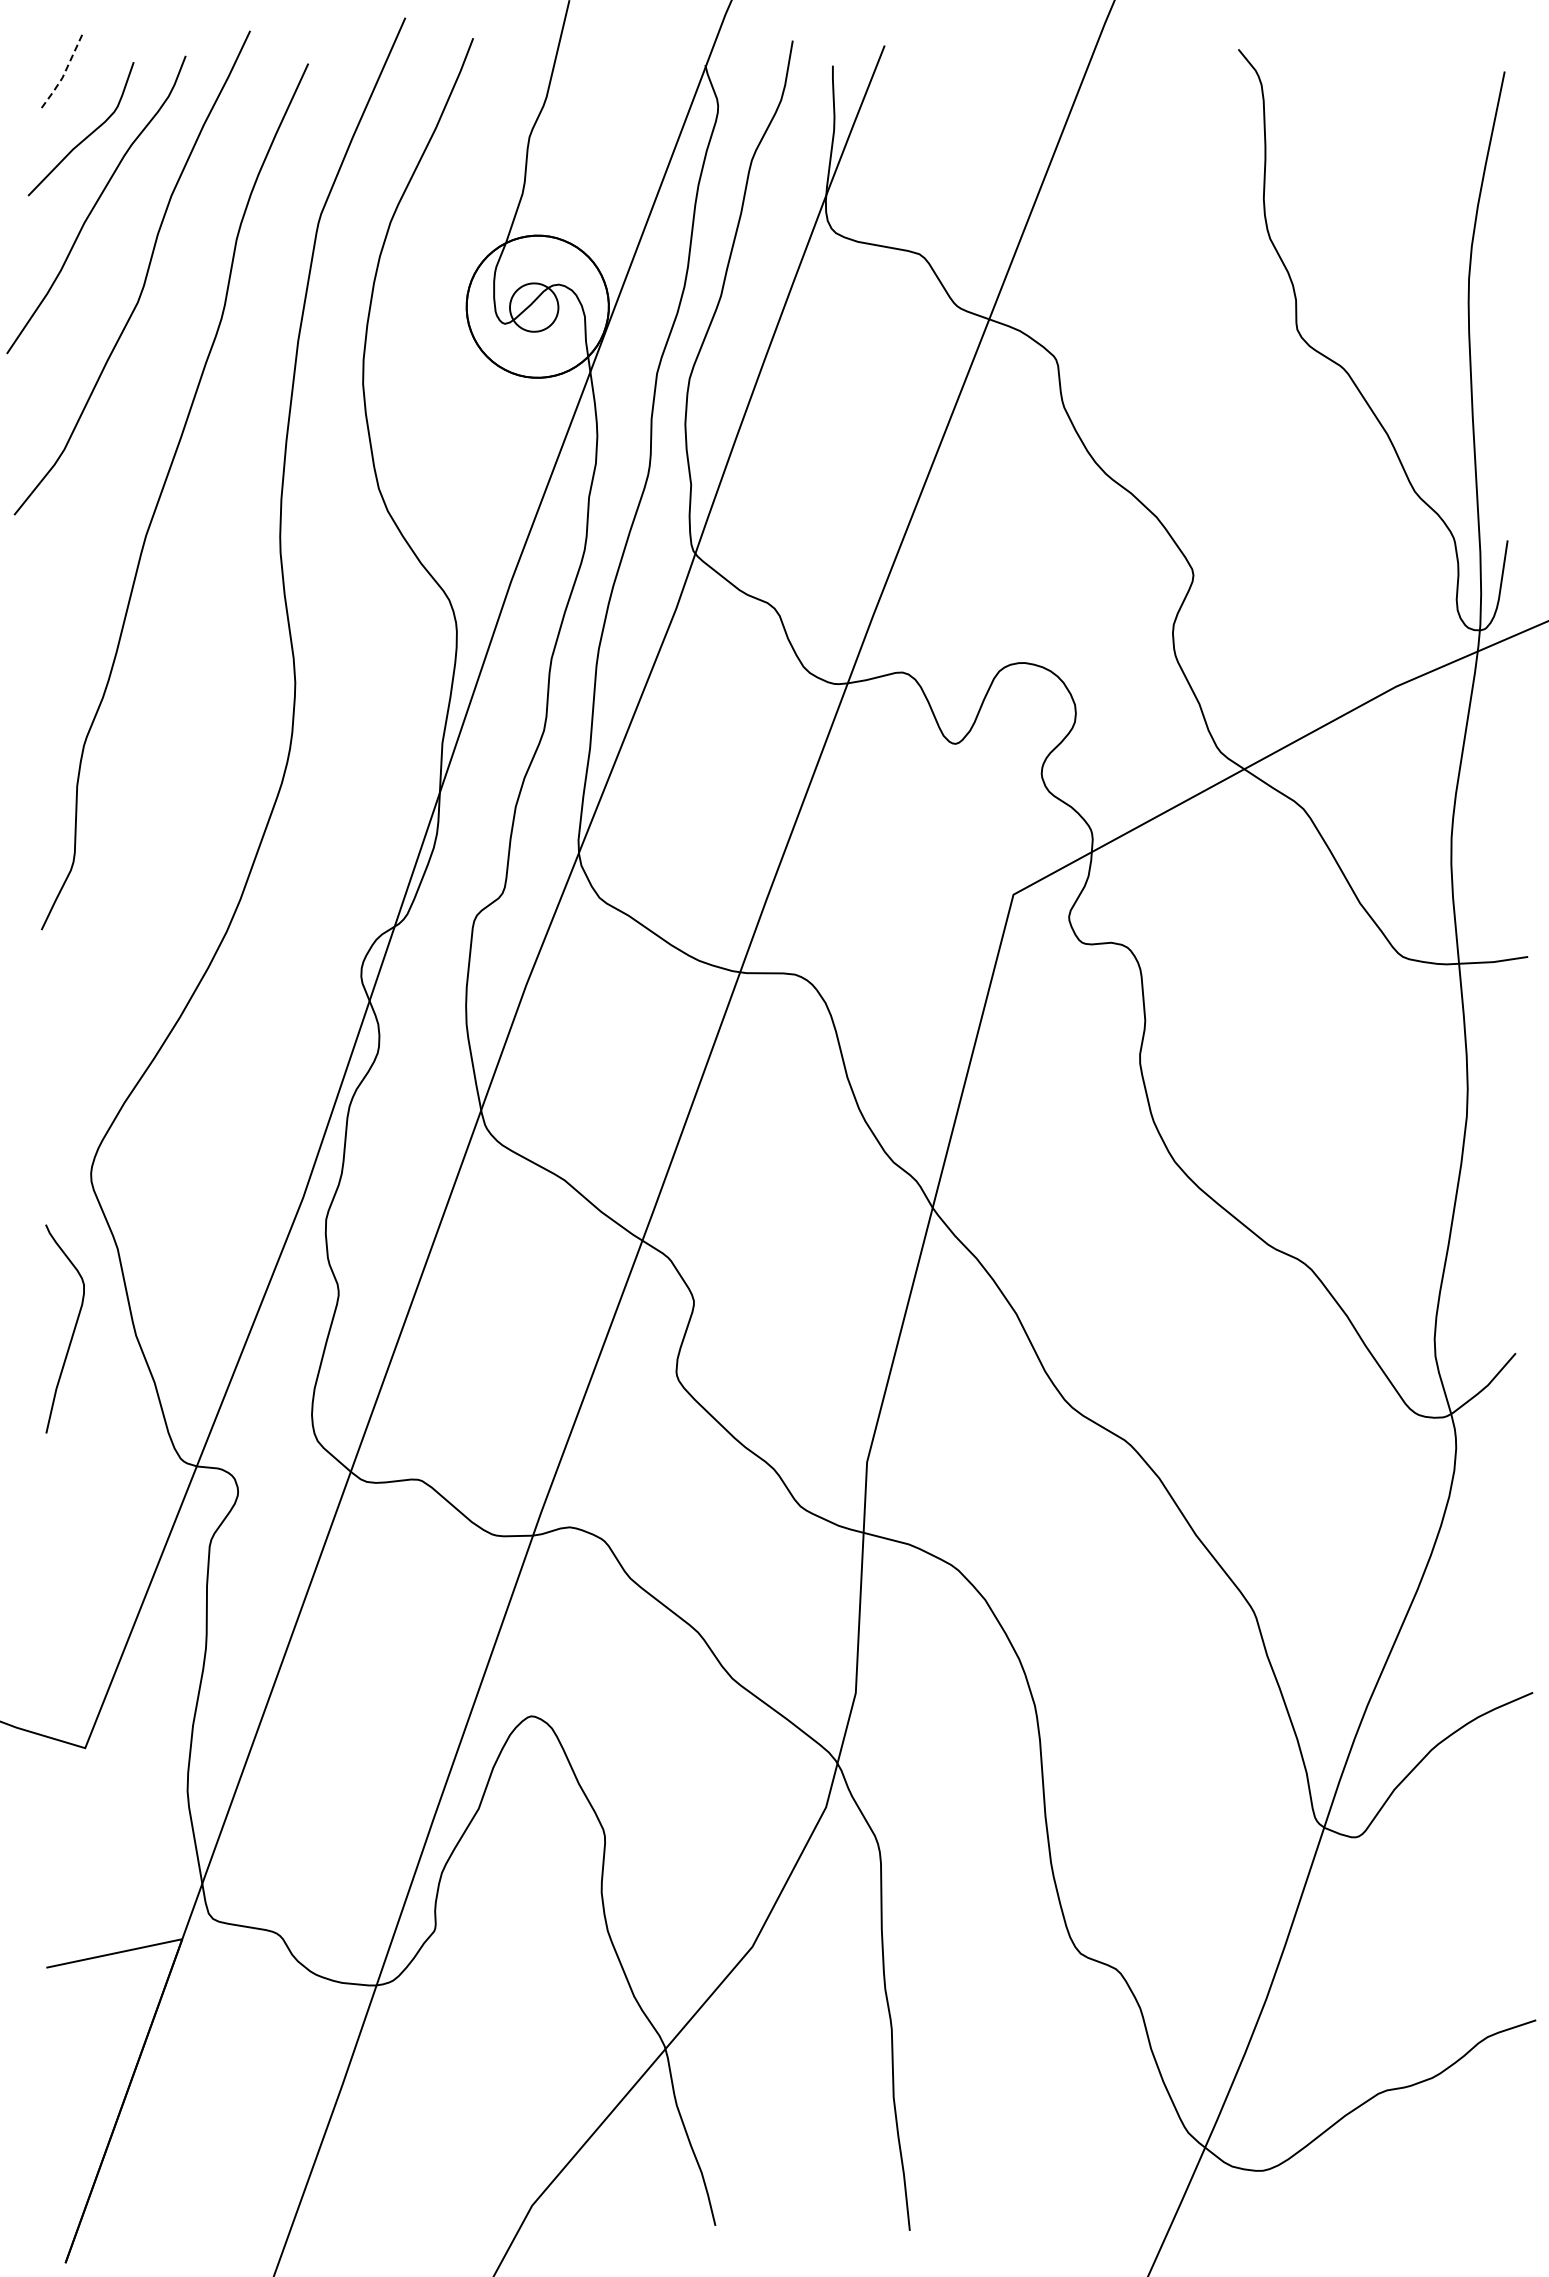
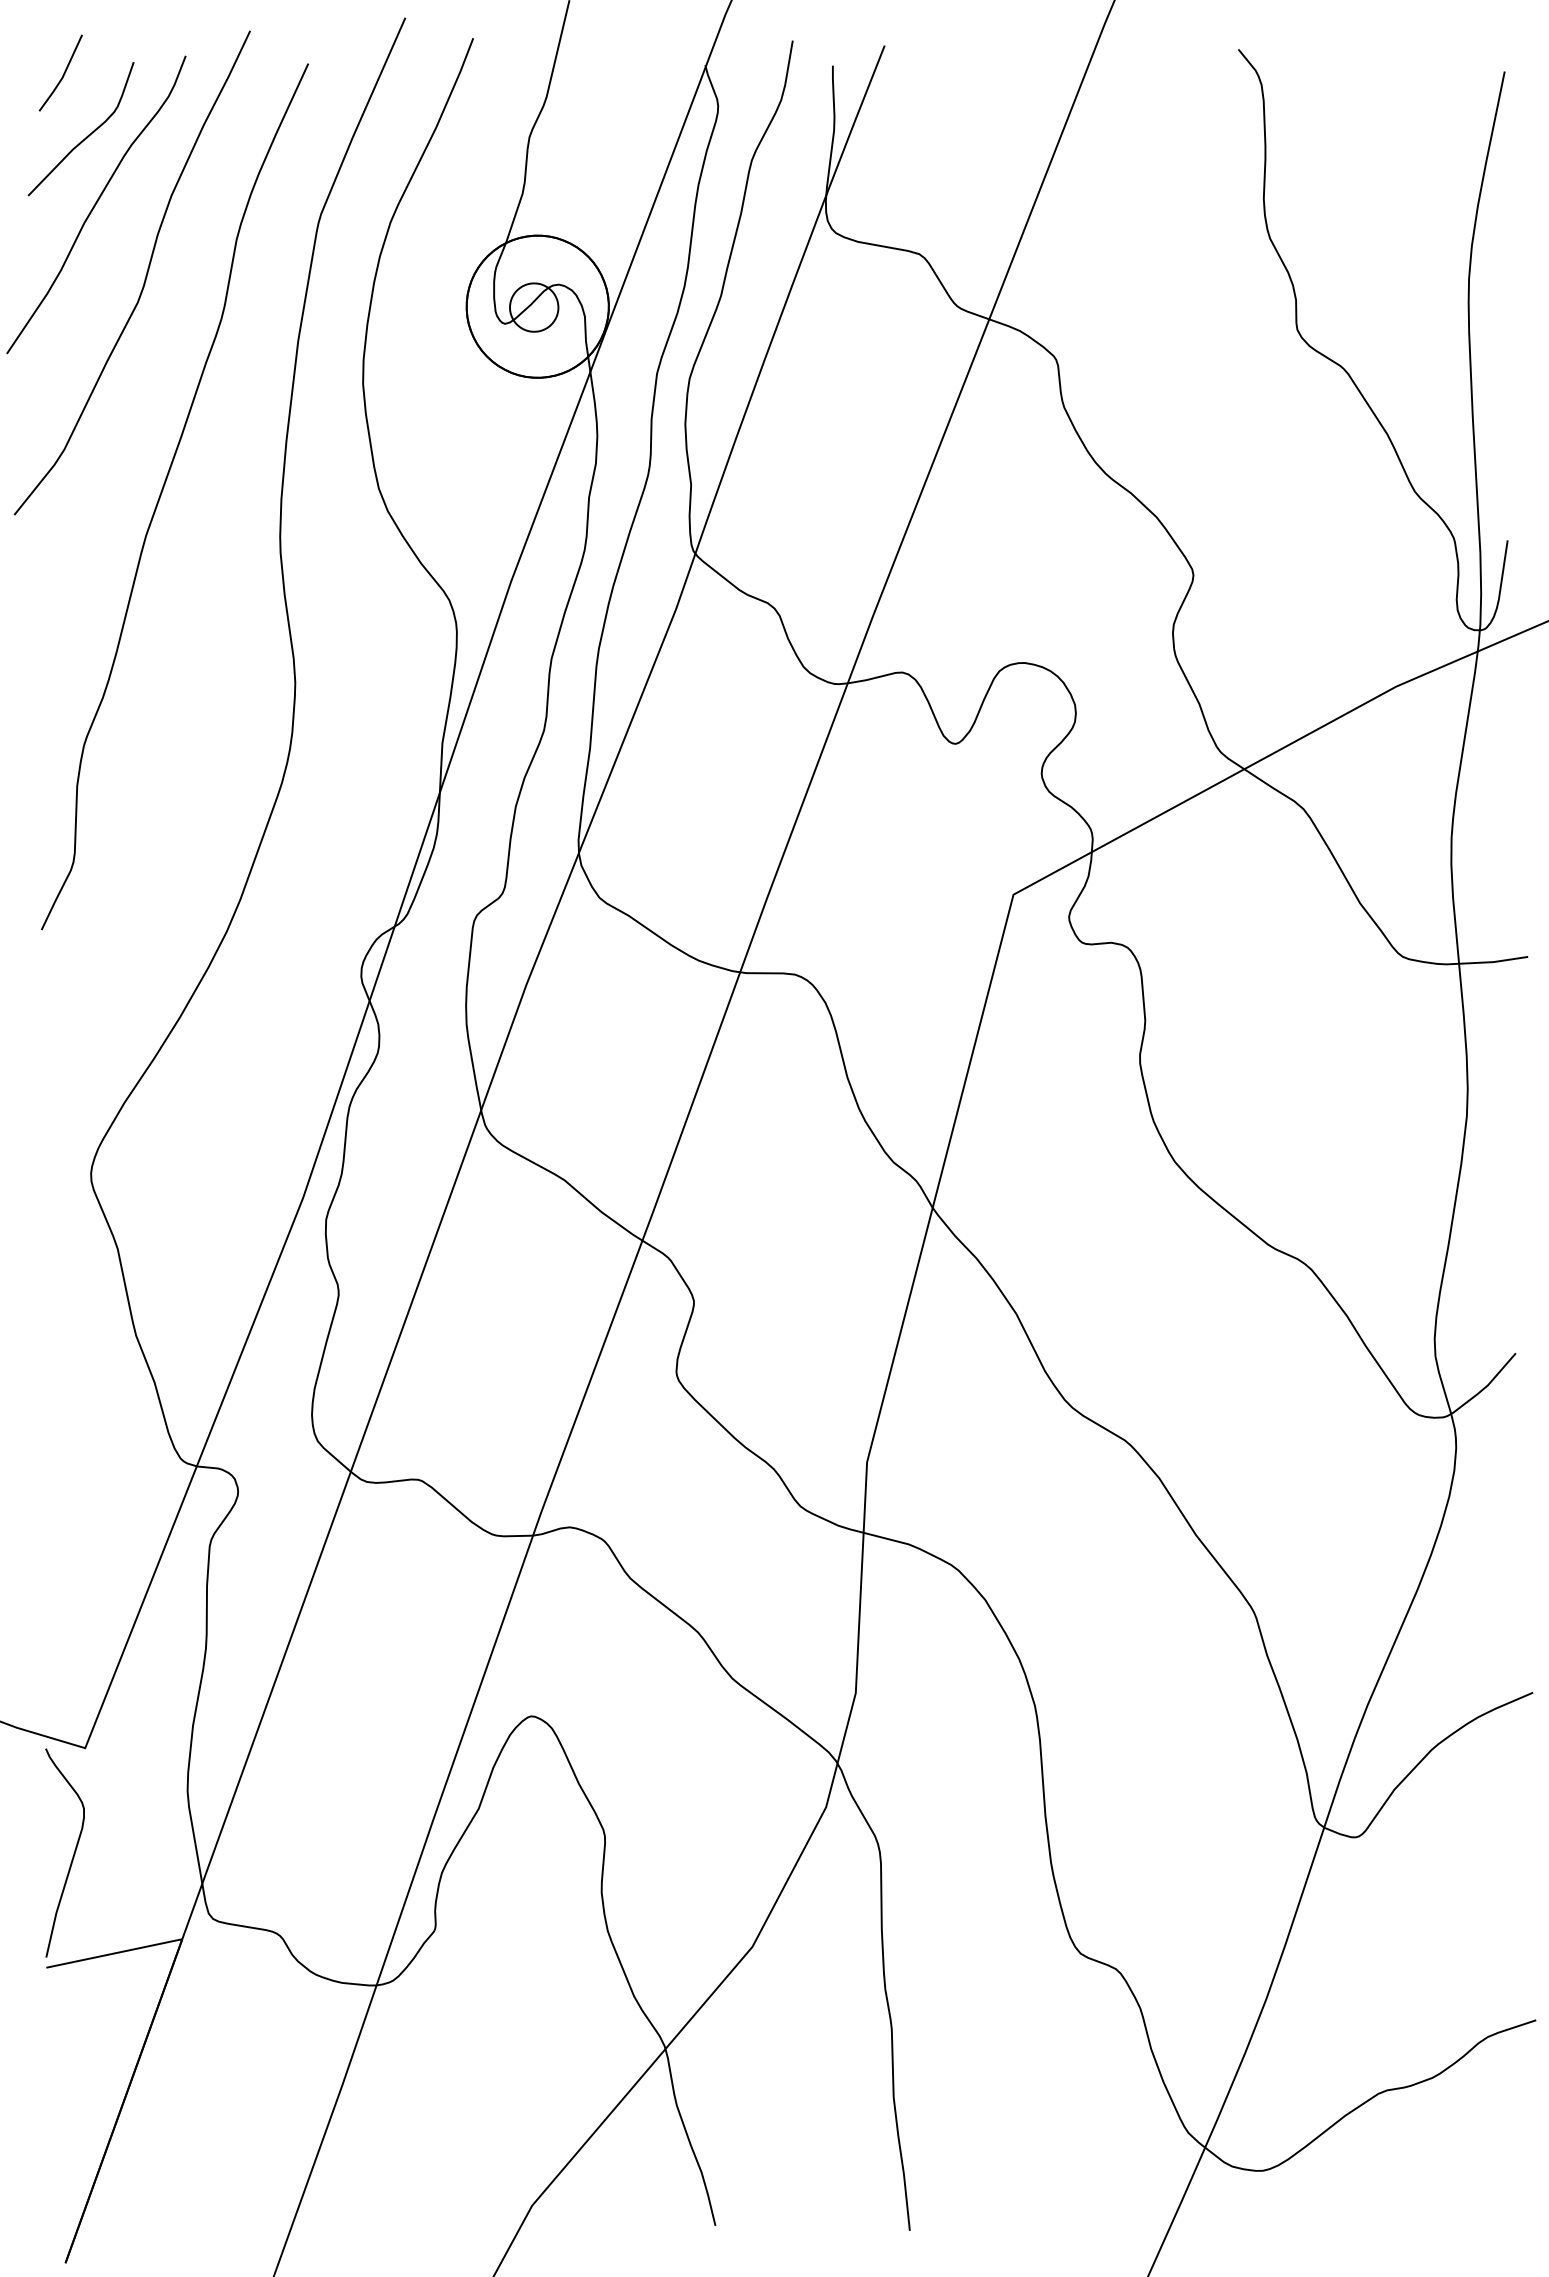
line at (63, 76): dashed -> solid
curve at (72, 1332) position: (72, 1332) -> (72, 1856)
